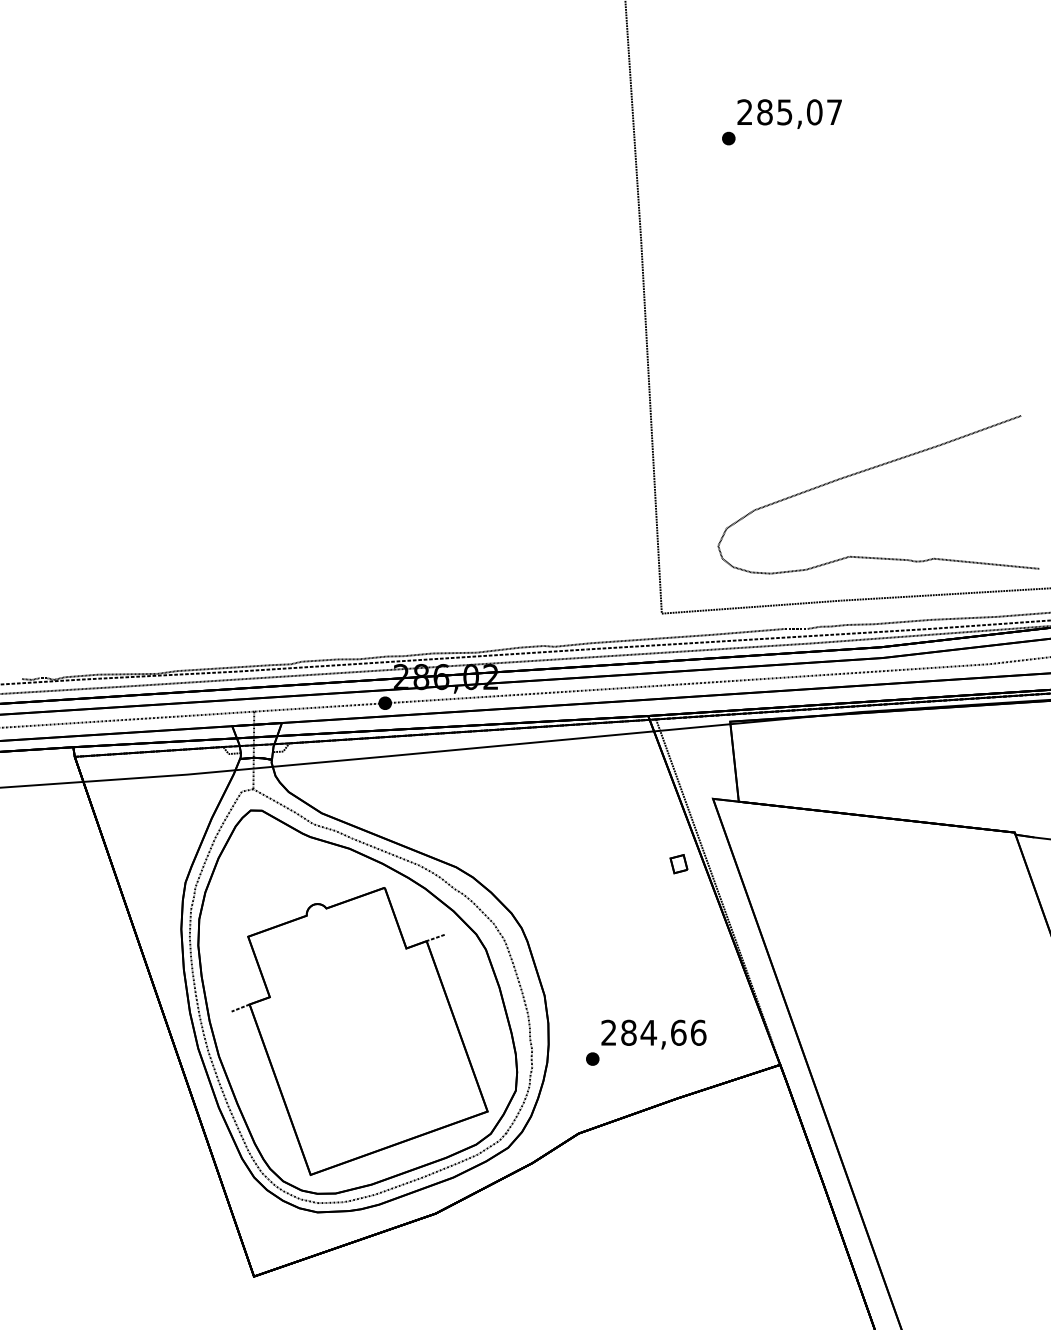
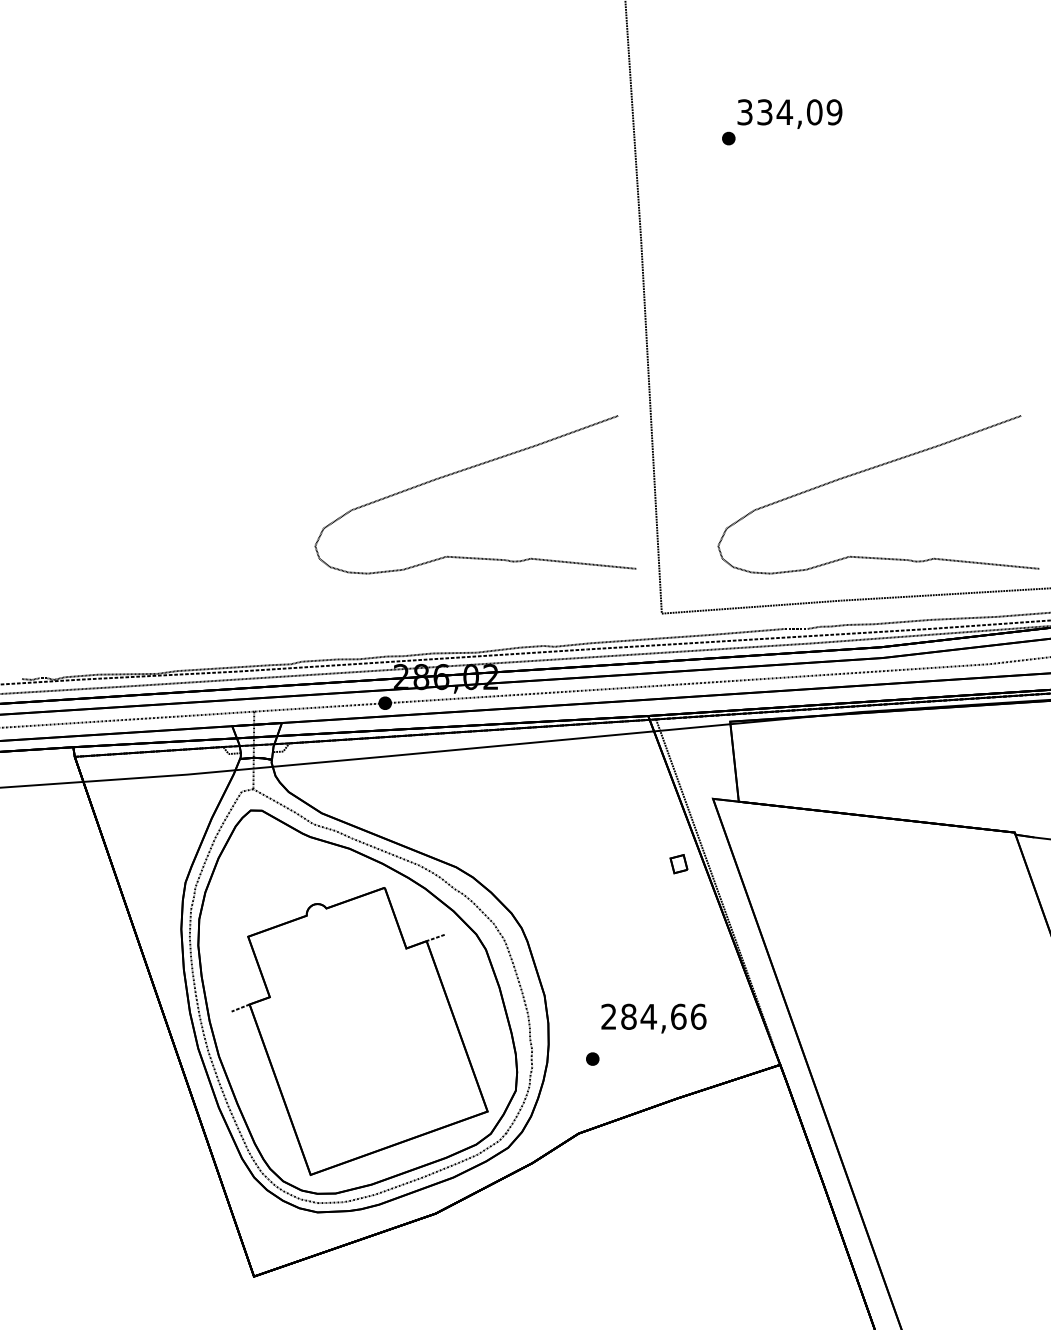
text at (789, 112): 285,07 -> 334,09
part at (468, 469): none -> present
text at (653, 1034) position: (653, 1034) -> (653, 1018)
